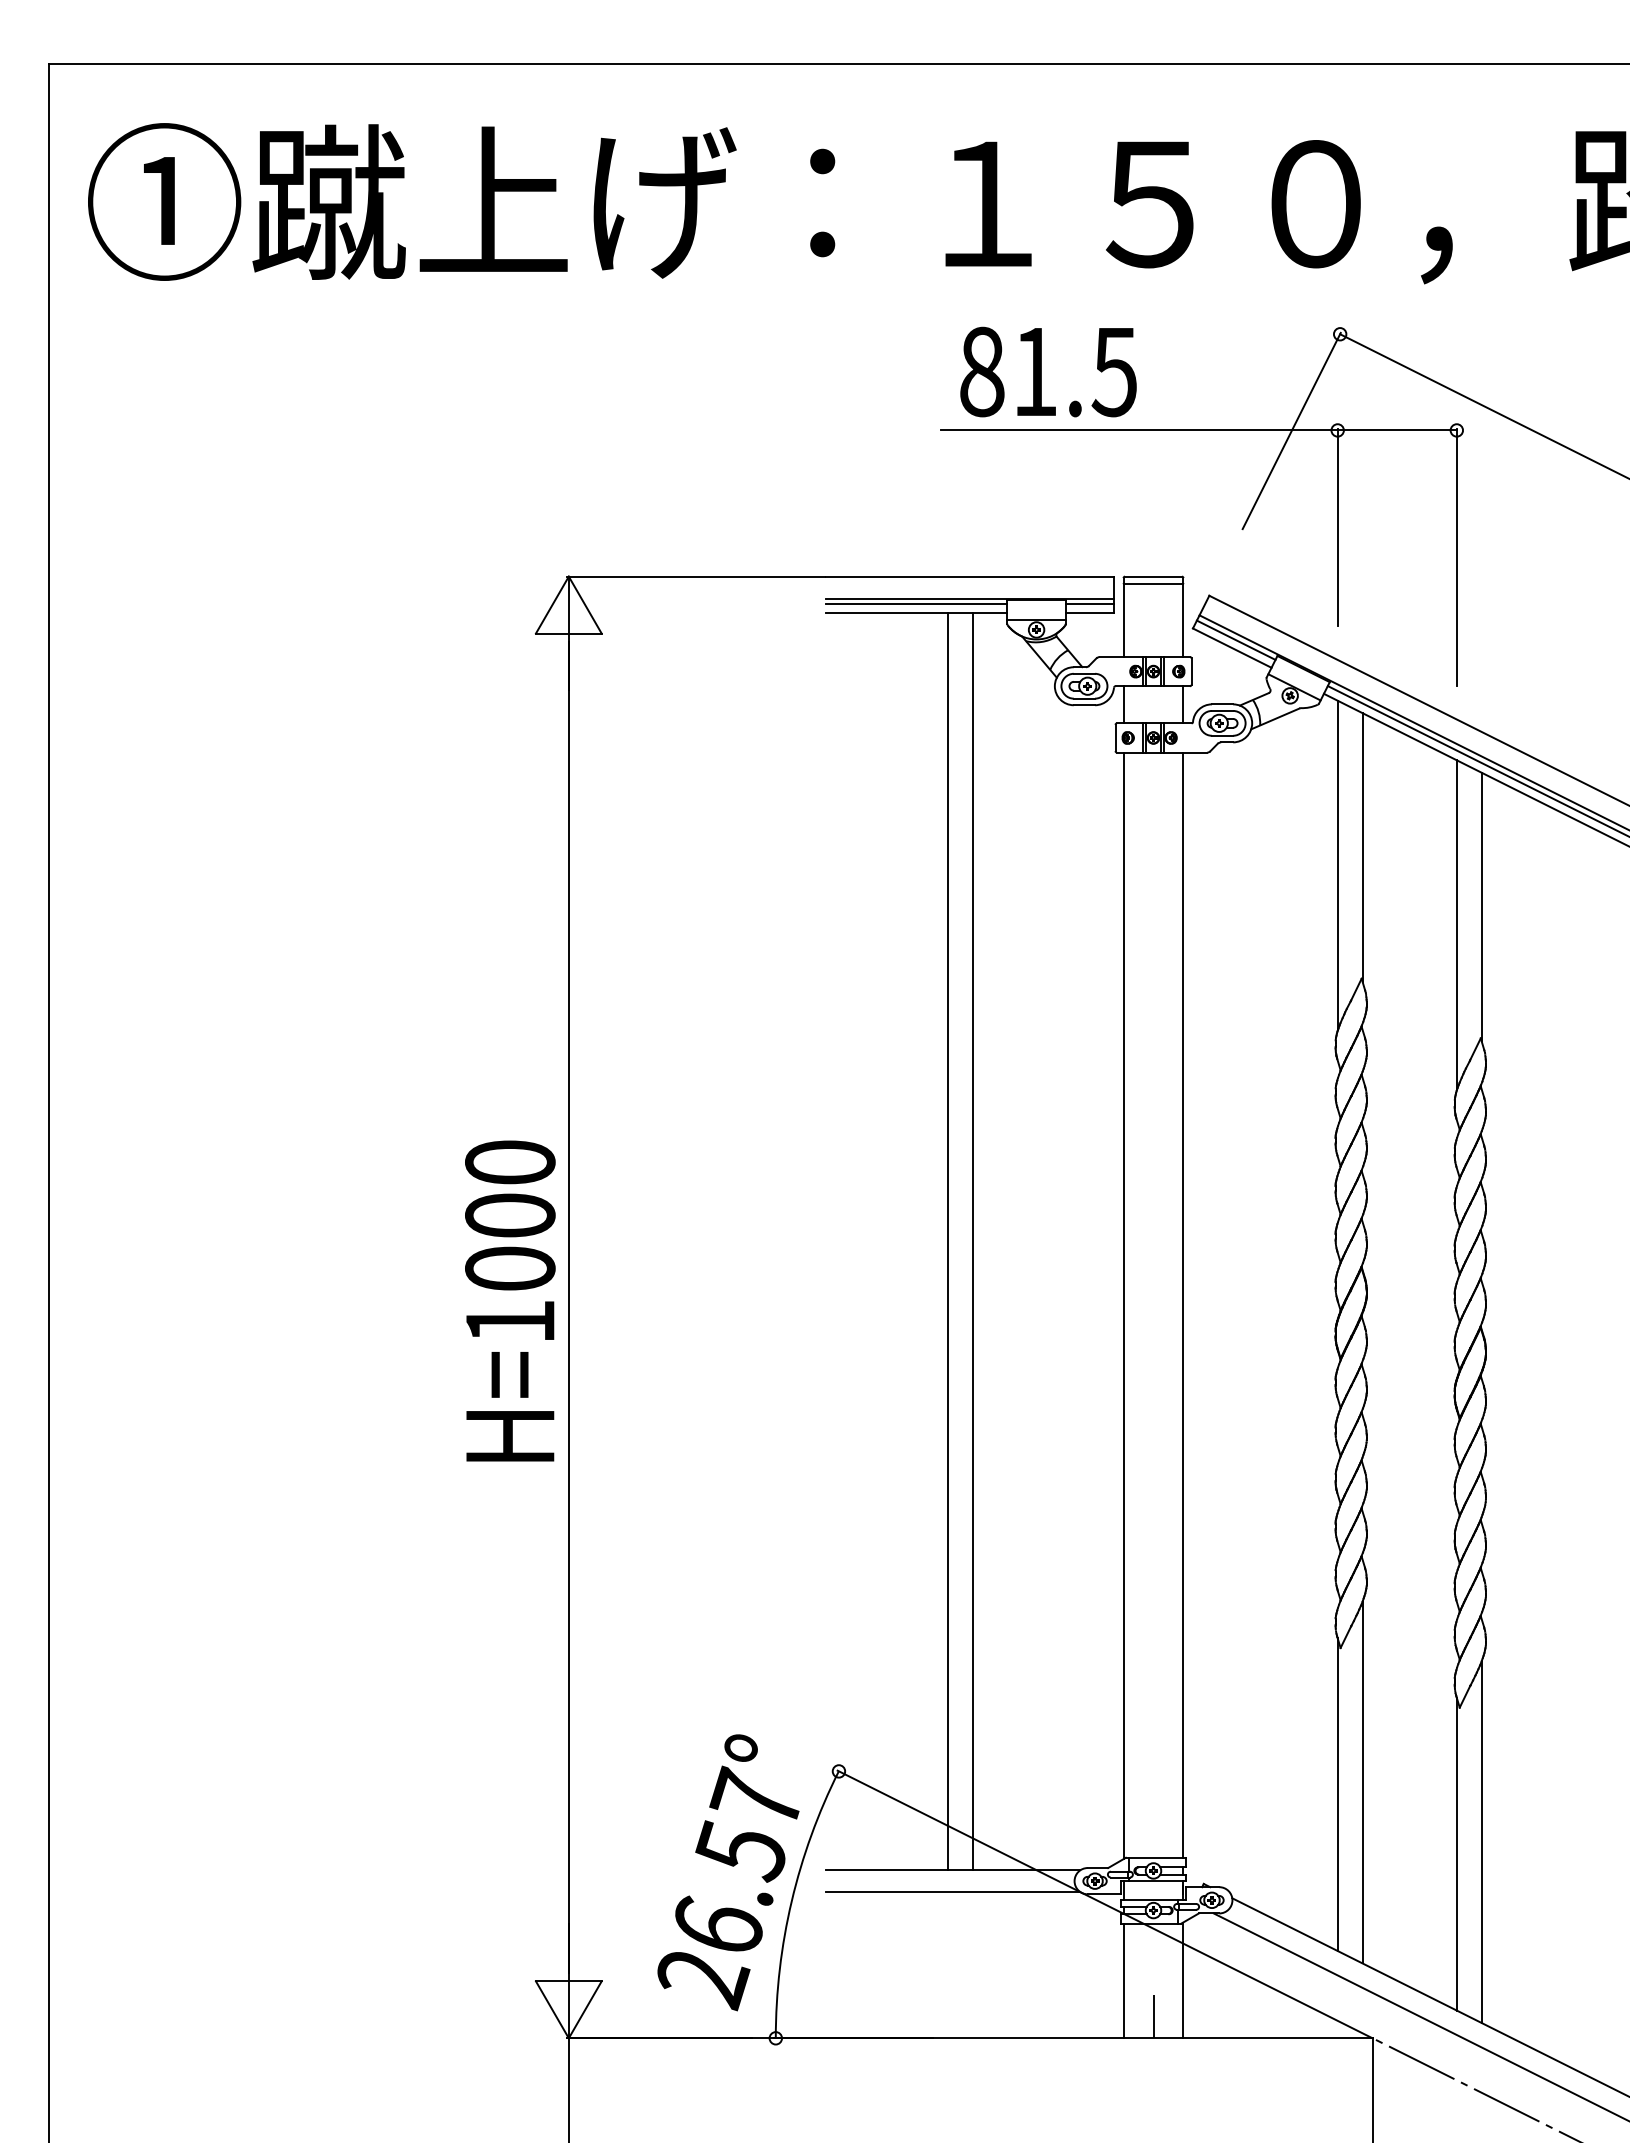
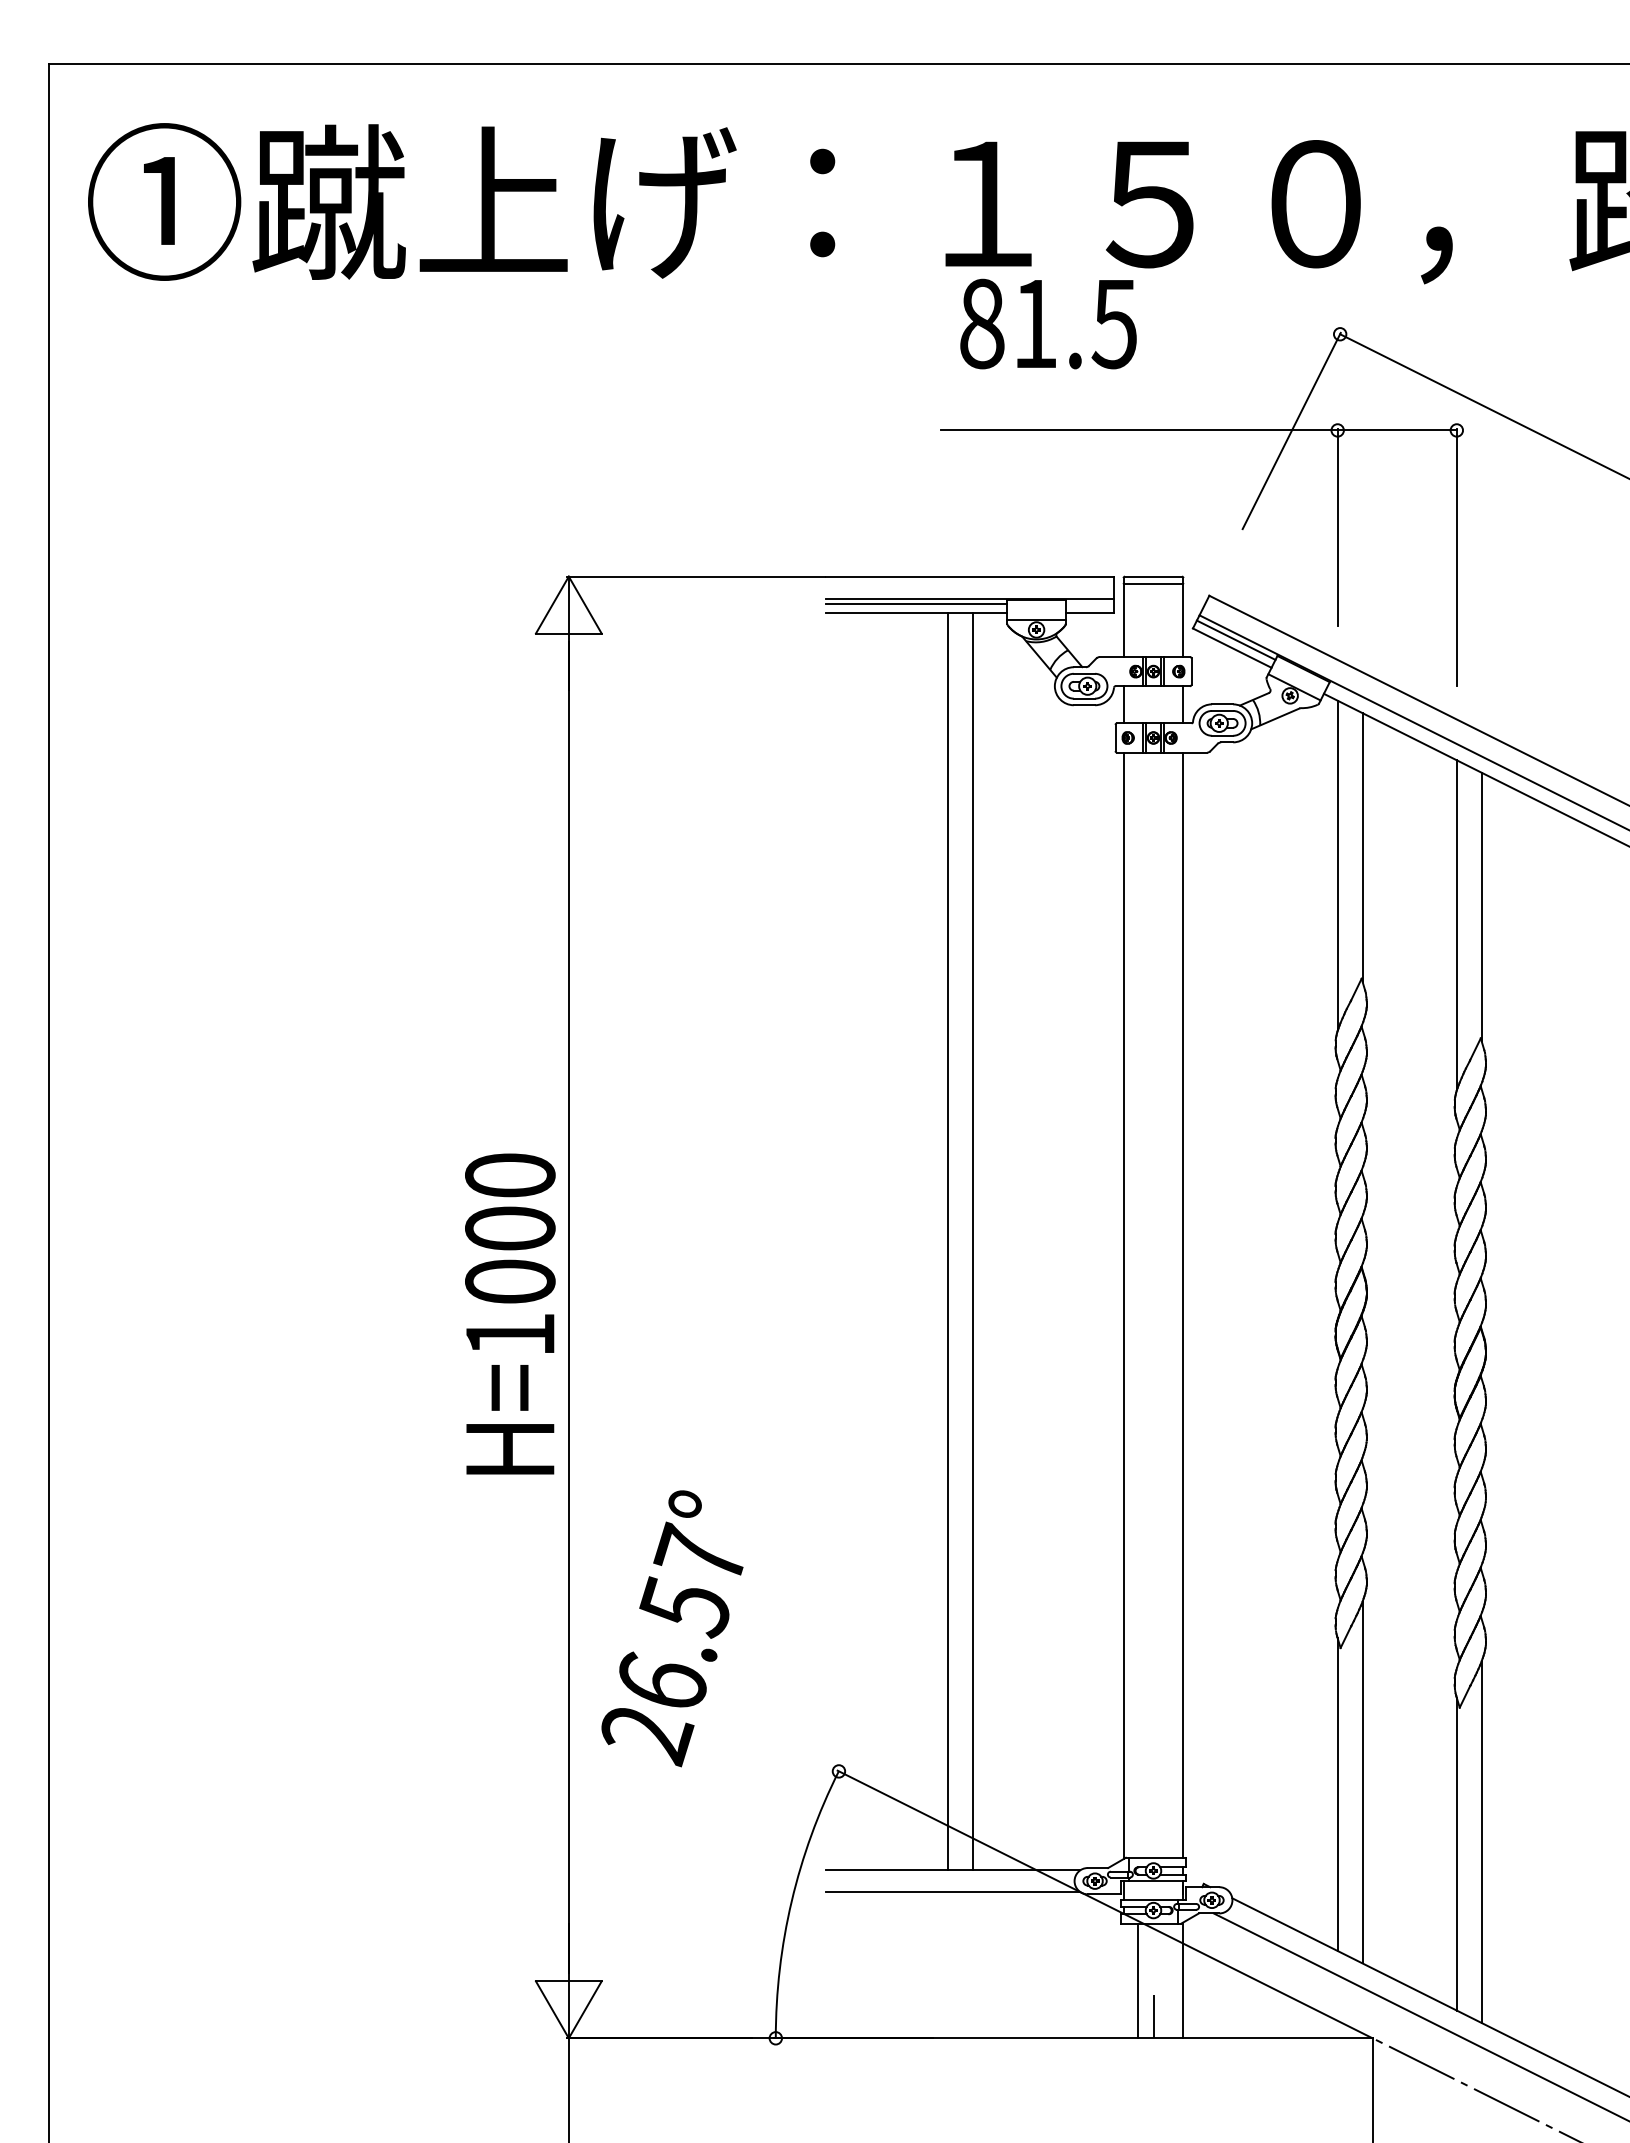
text at (1048, 371) position: (1048, 371) -> (1048, 323)
line at (1089, 604): present -> none
line at (1476, 760): present -> none
text at (510, 1300) position: (510, 1300) -> (510, 1313)
text at (728, 1872) position: (728, 1872) -> (672, 1628)
line at (1123, 1980) position: (1123, 1980) -> (1137, 1980)
